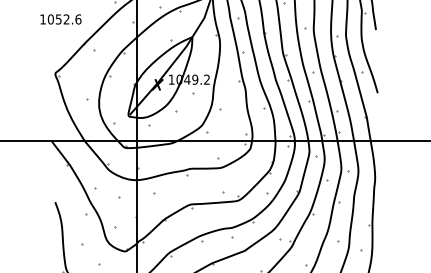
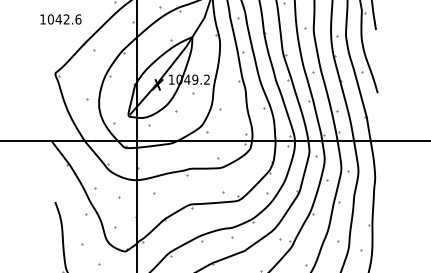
text at (58, 19): 1052.6 -> 1042.6
